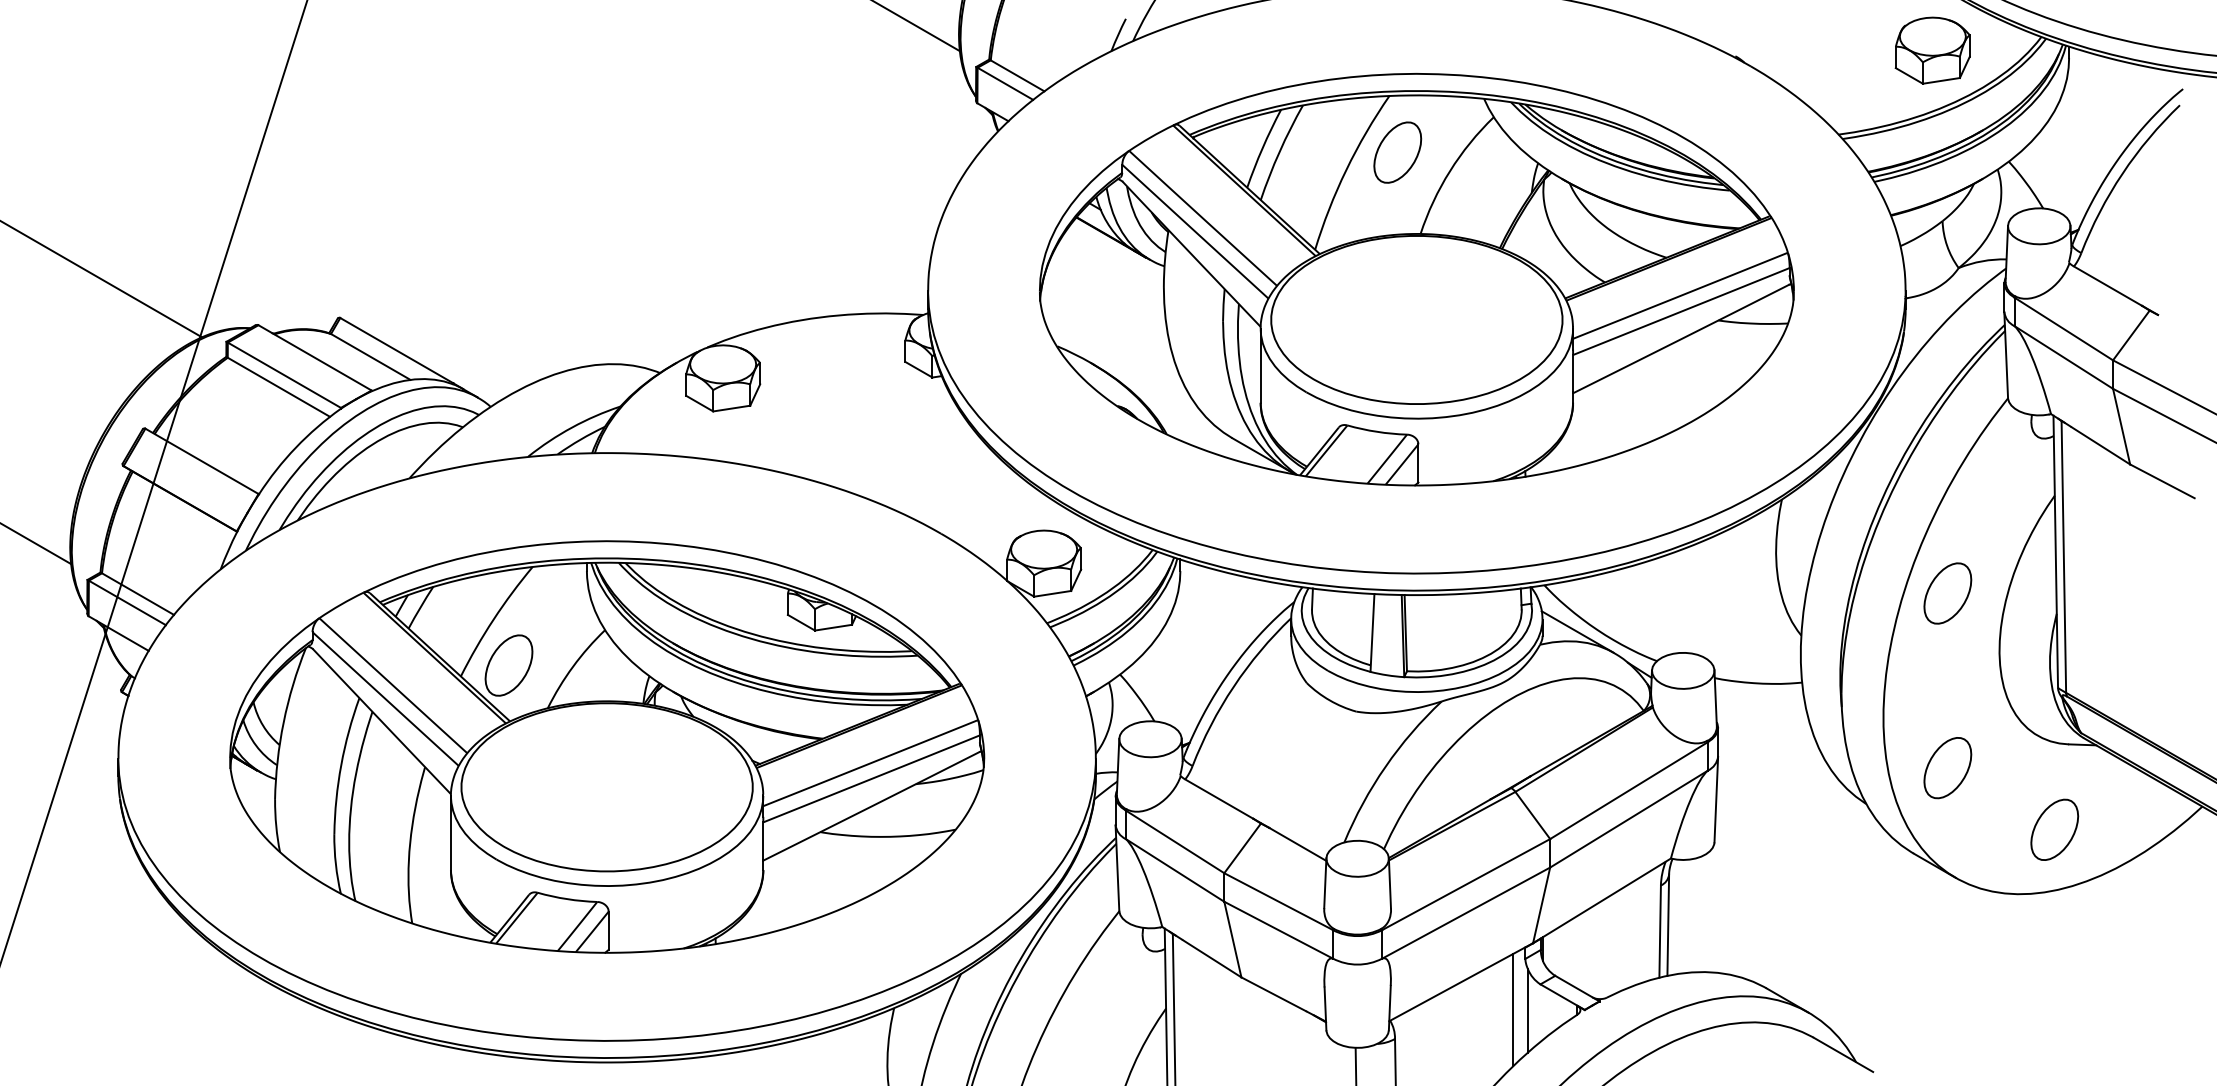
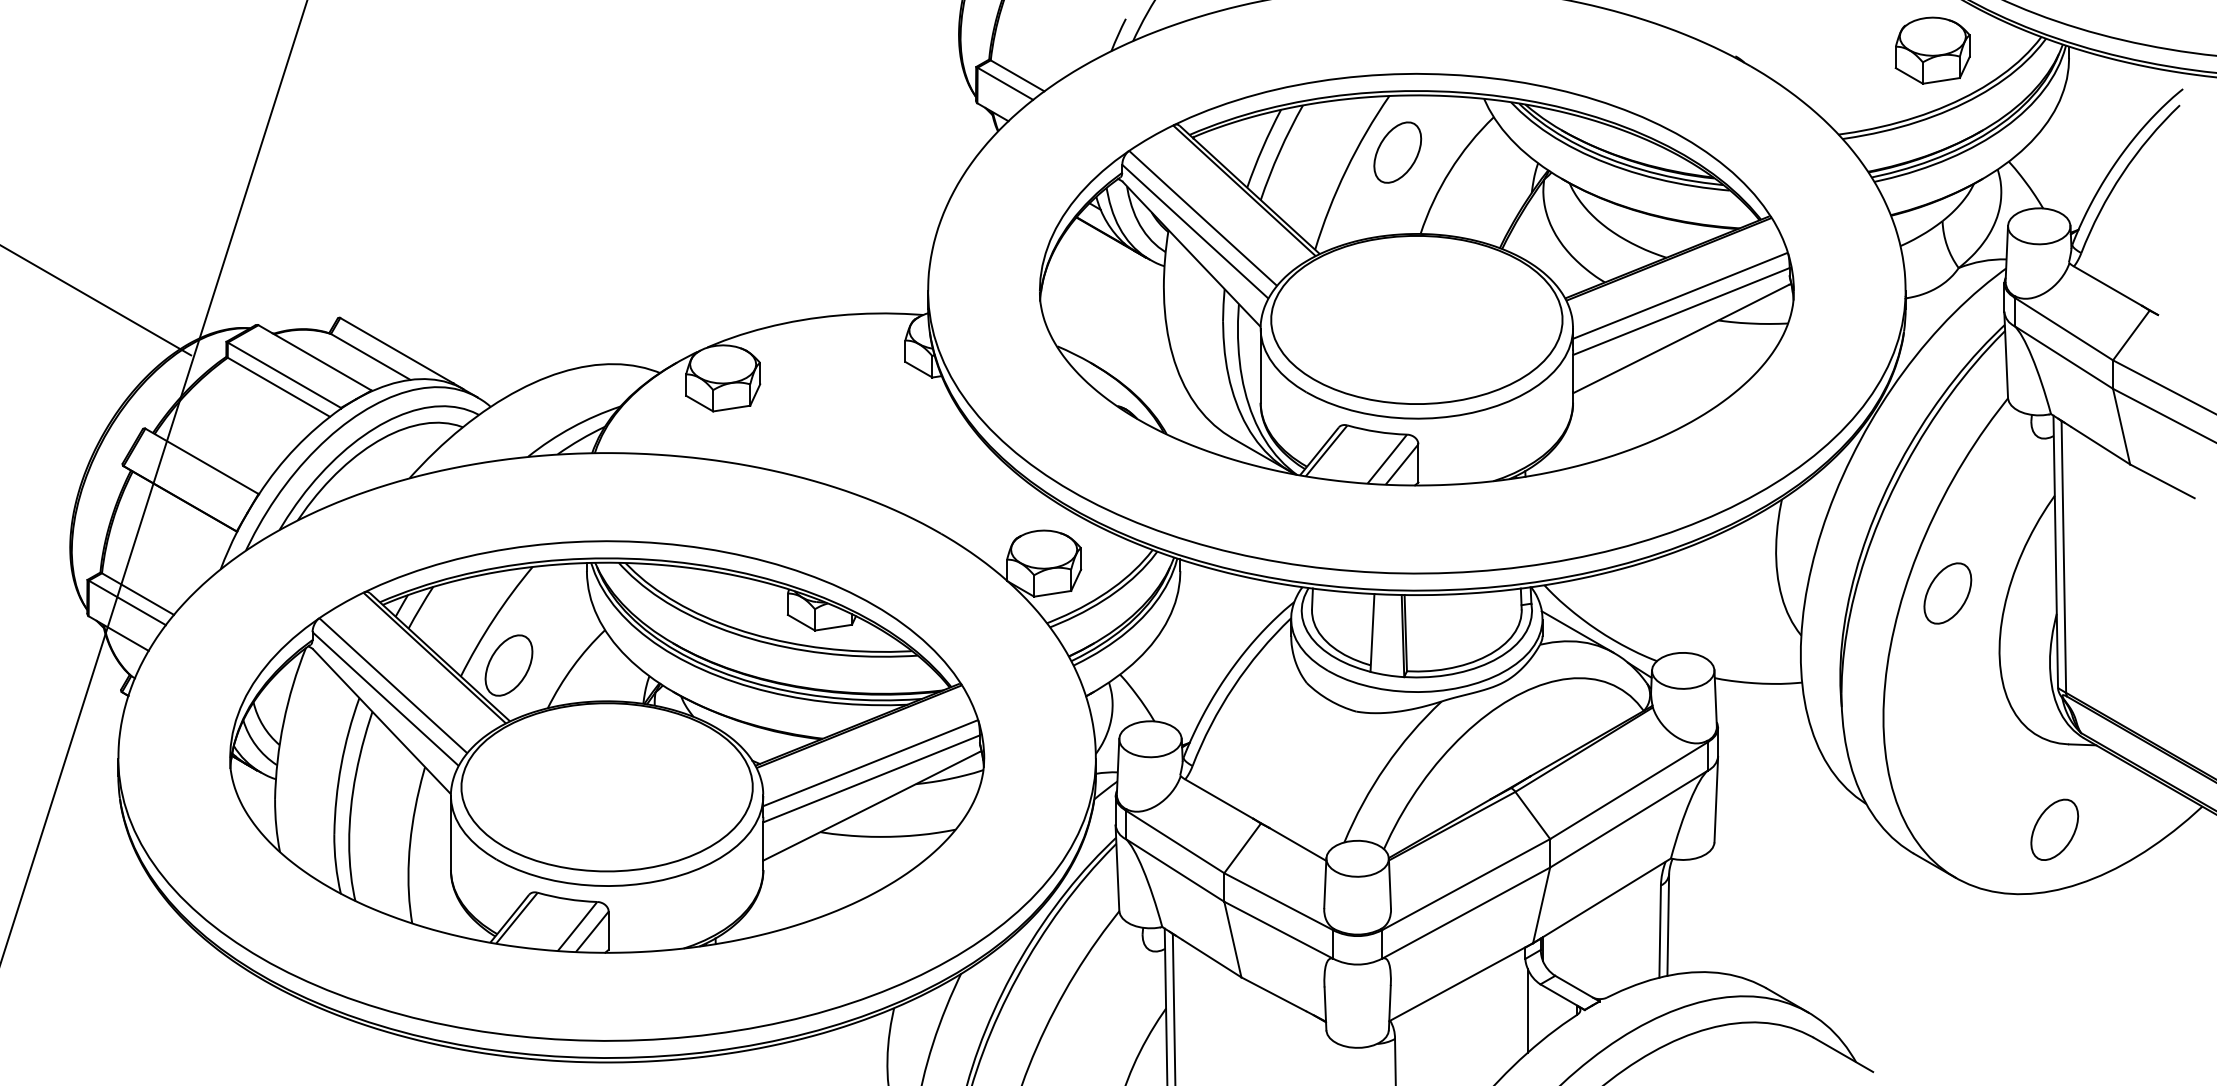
line at (916, 26): present -> none
line at (102, 279) position: (102, 279) -> (96, 300)
line at (36, 544): present -> none
part at (1947, 768): present -> none
line at (1513, 1009): present -> none
line at (1355, 1064): present -> none
